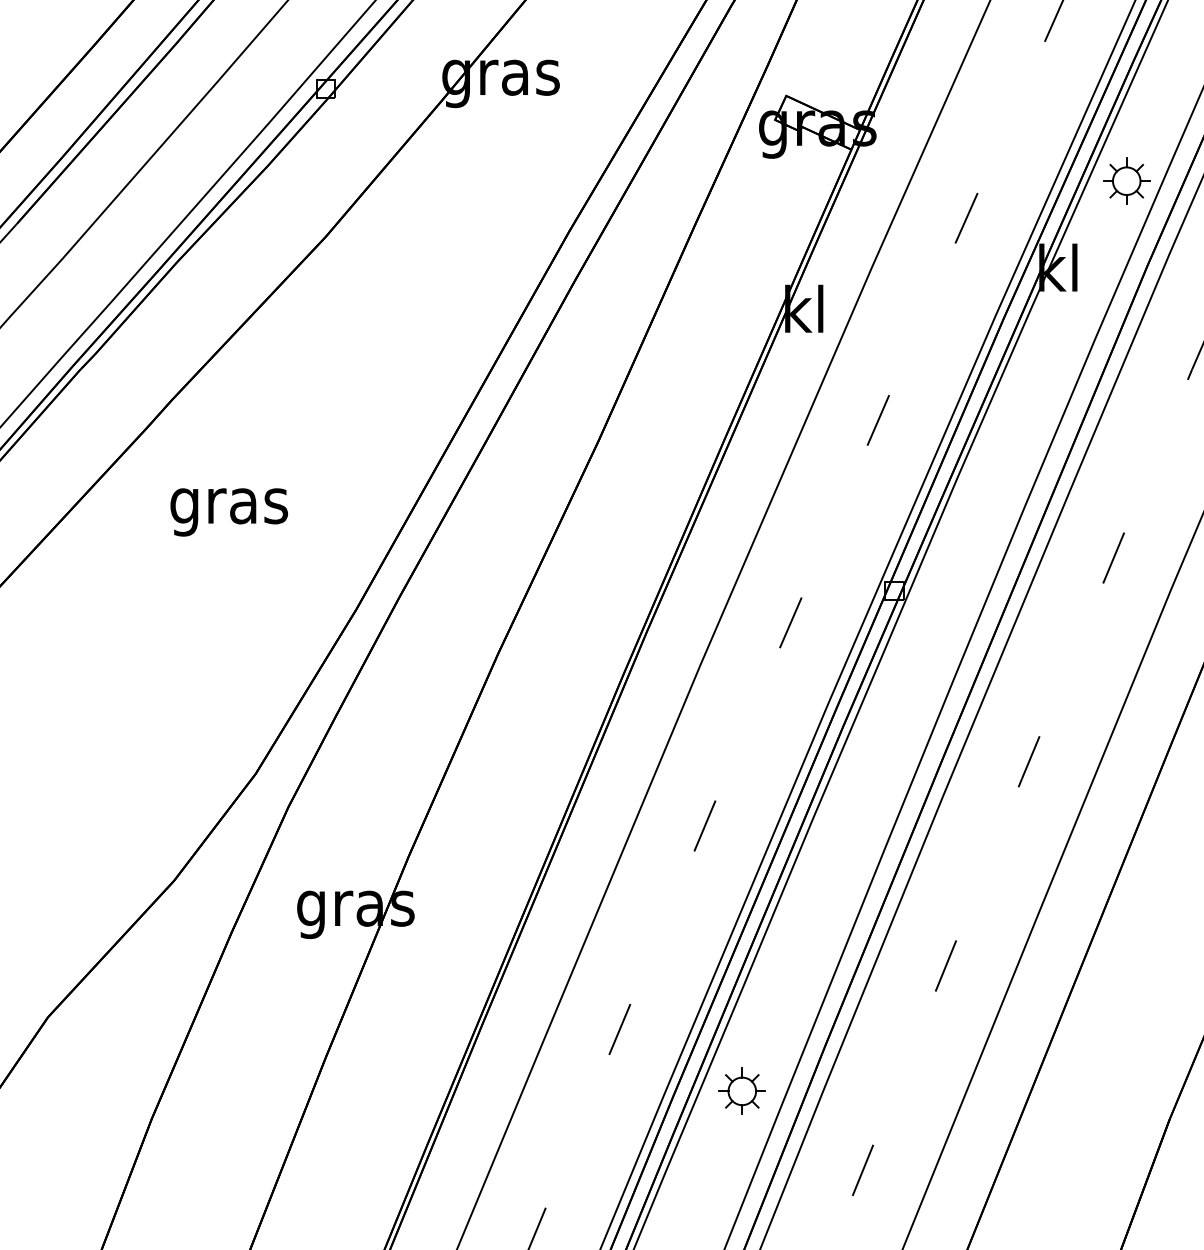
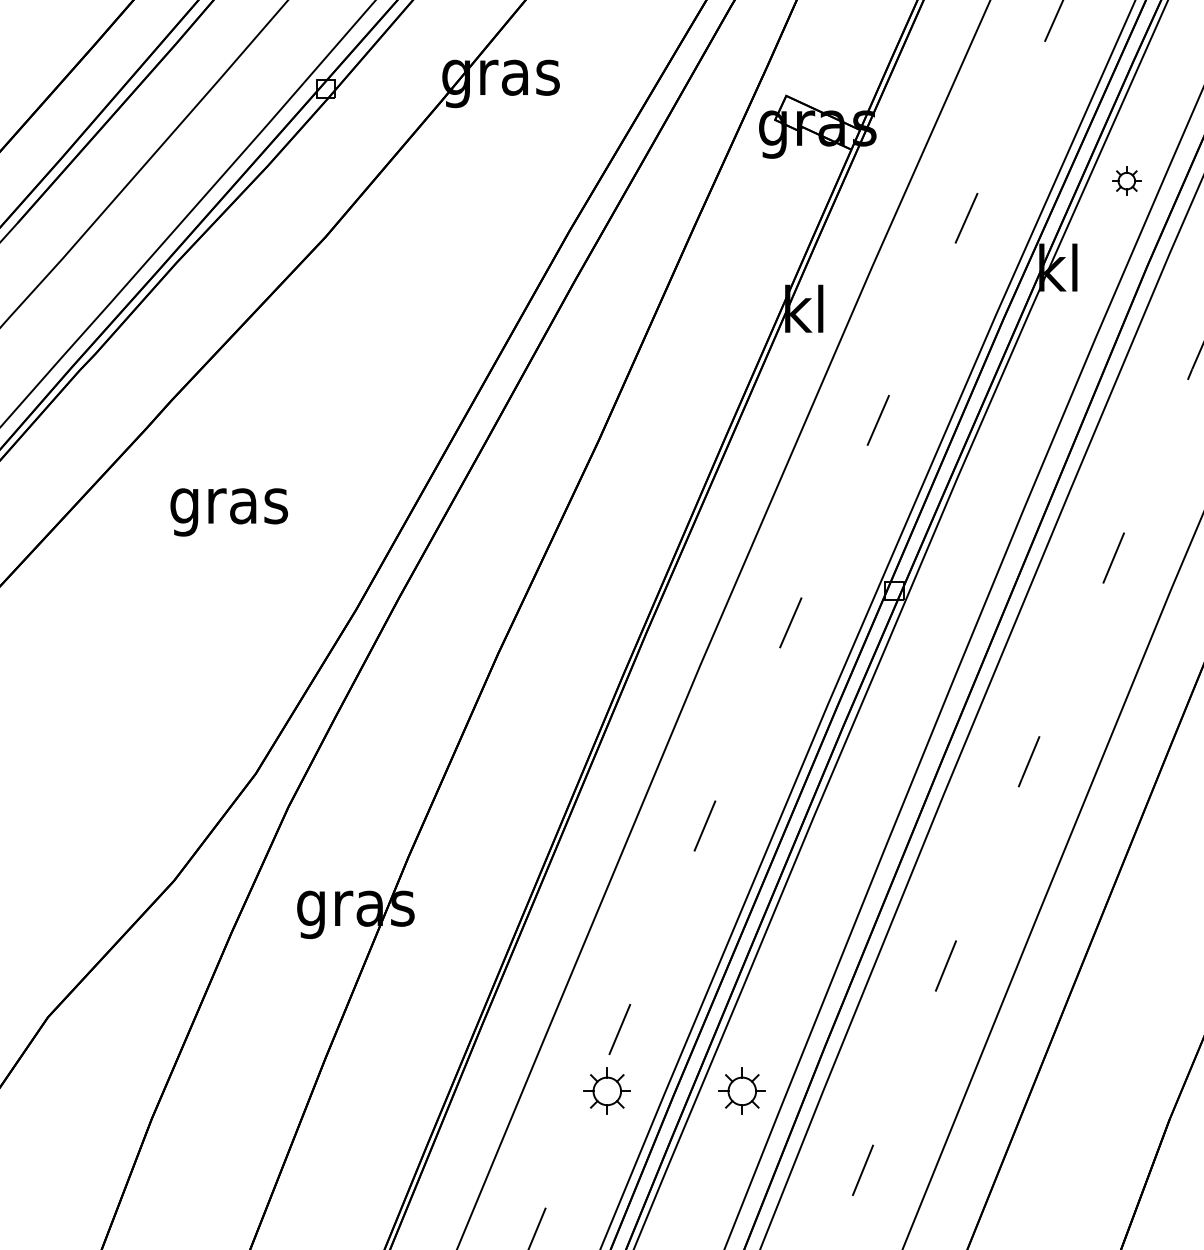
part at (1126, 180) size: 48x48 px -> 30x30 px
part at (606, 1090): none -> present
